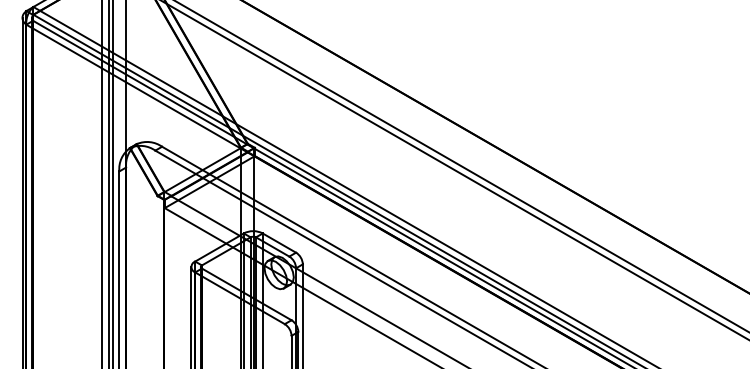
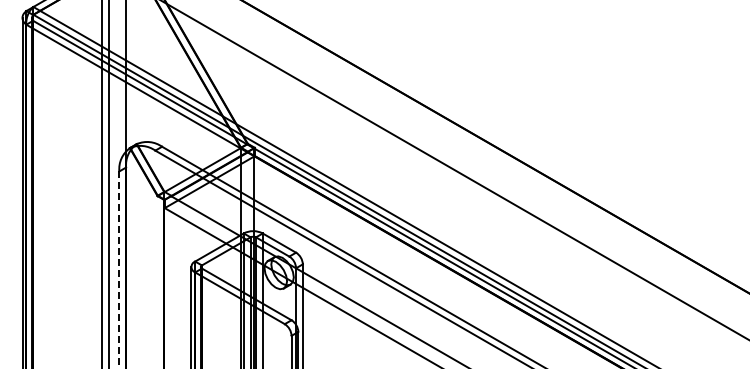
line at (461, 166): present -> none
line at (112, 183): present -> none
line at (119, 270): solid -> dashed
